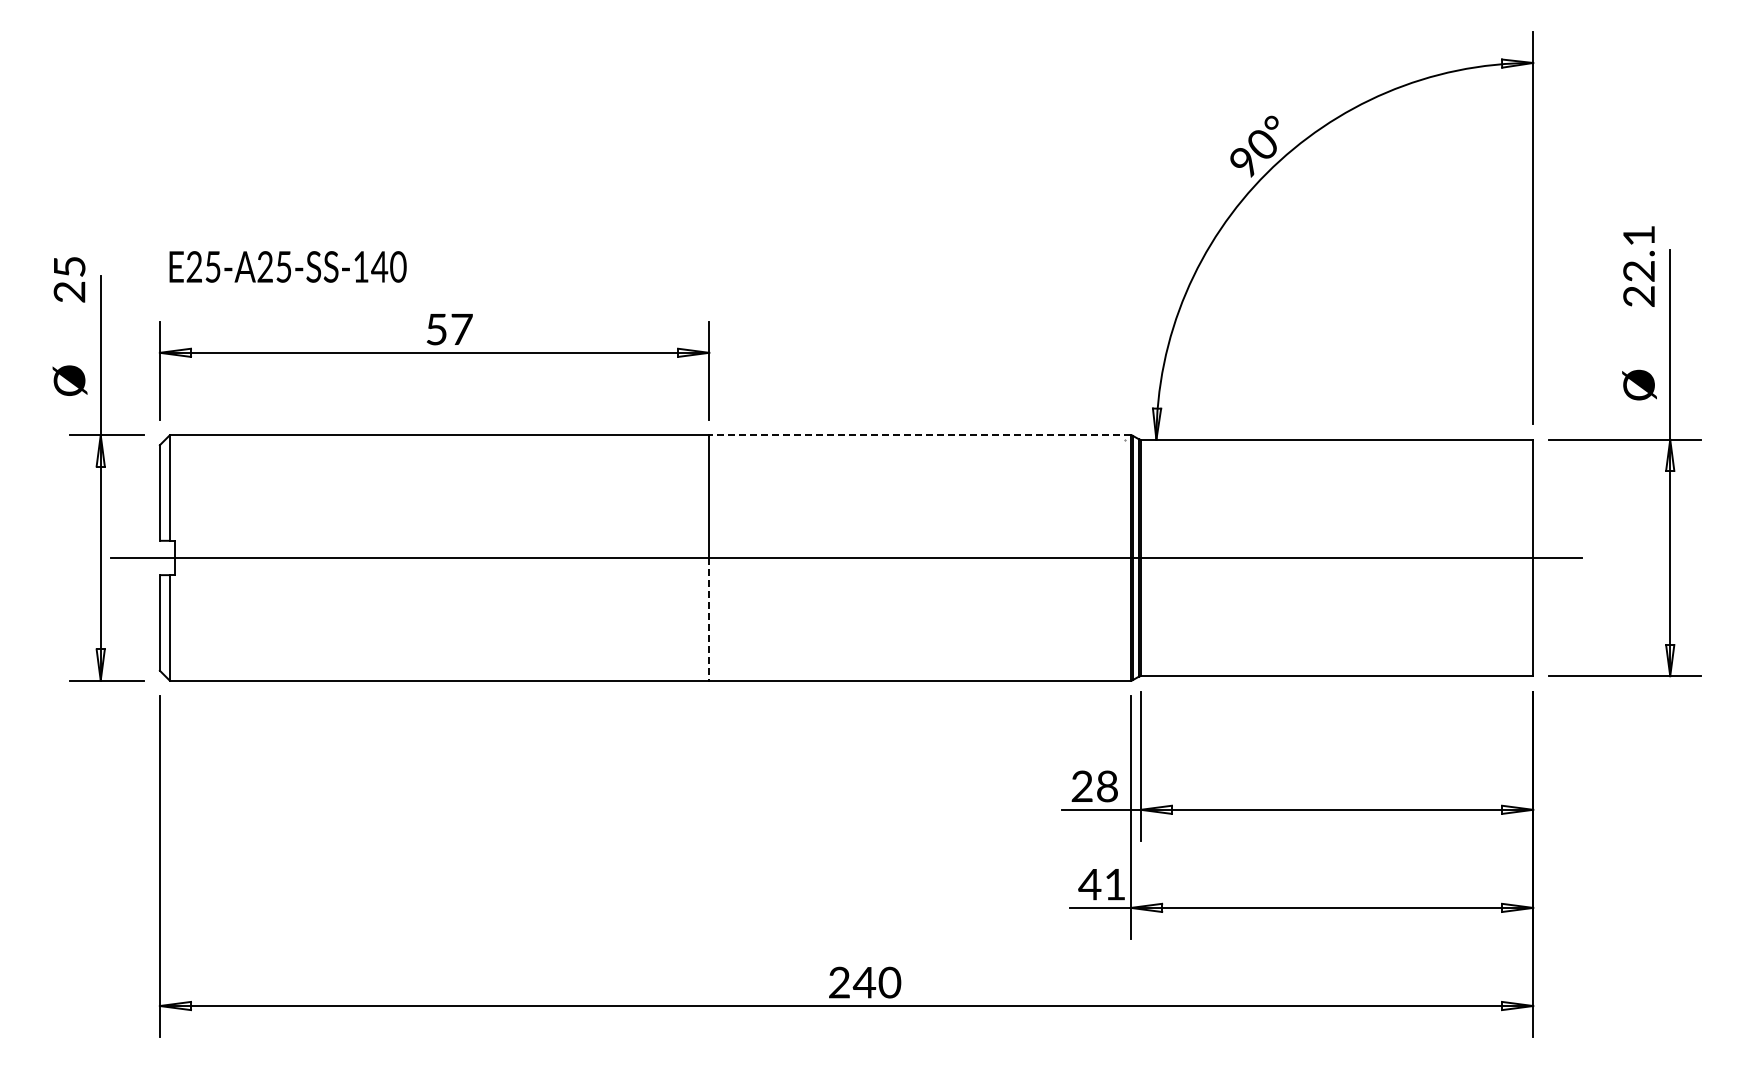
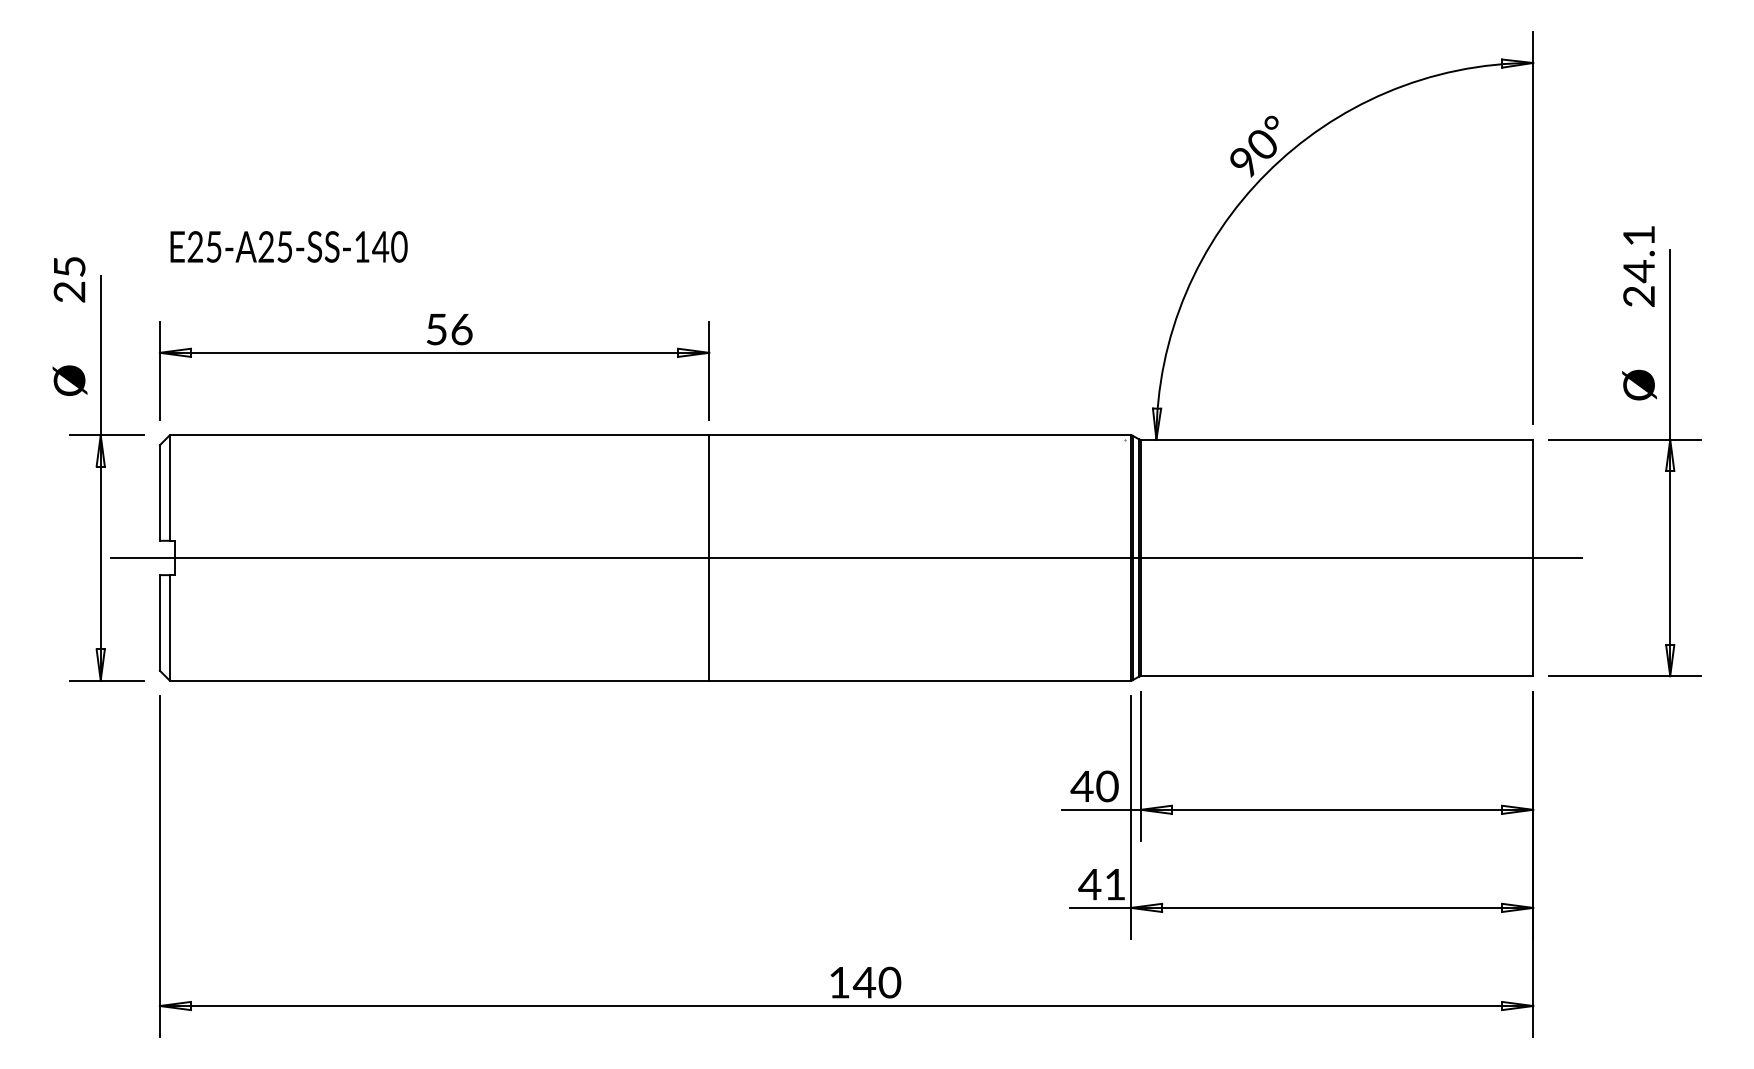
text at (287, 266) position: (287, 266) -> (288, 246)
text at (1638, 271): 22.1 -> 24.1
text at (461, 329): 57 -> 56
line at (920, 435): dashed -> solid
line at (709, 619): dashed -> solid
text at (1094, 786): 28 -> 40
text at (839, 982): 240 -> 140
